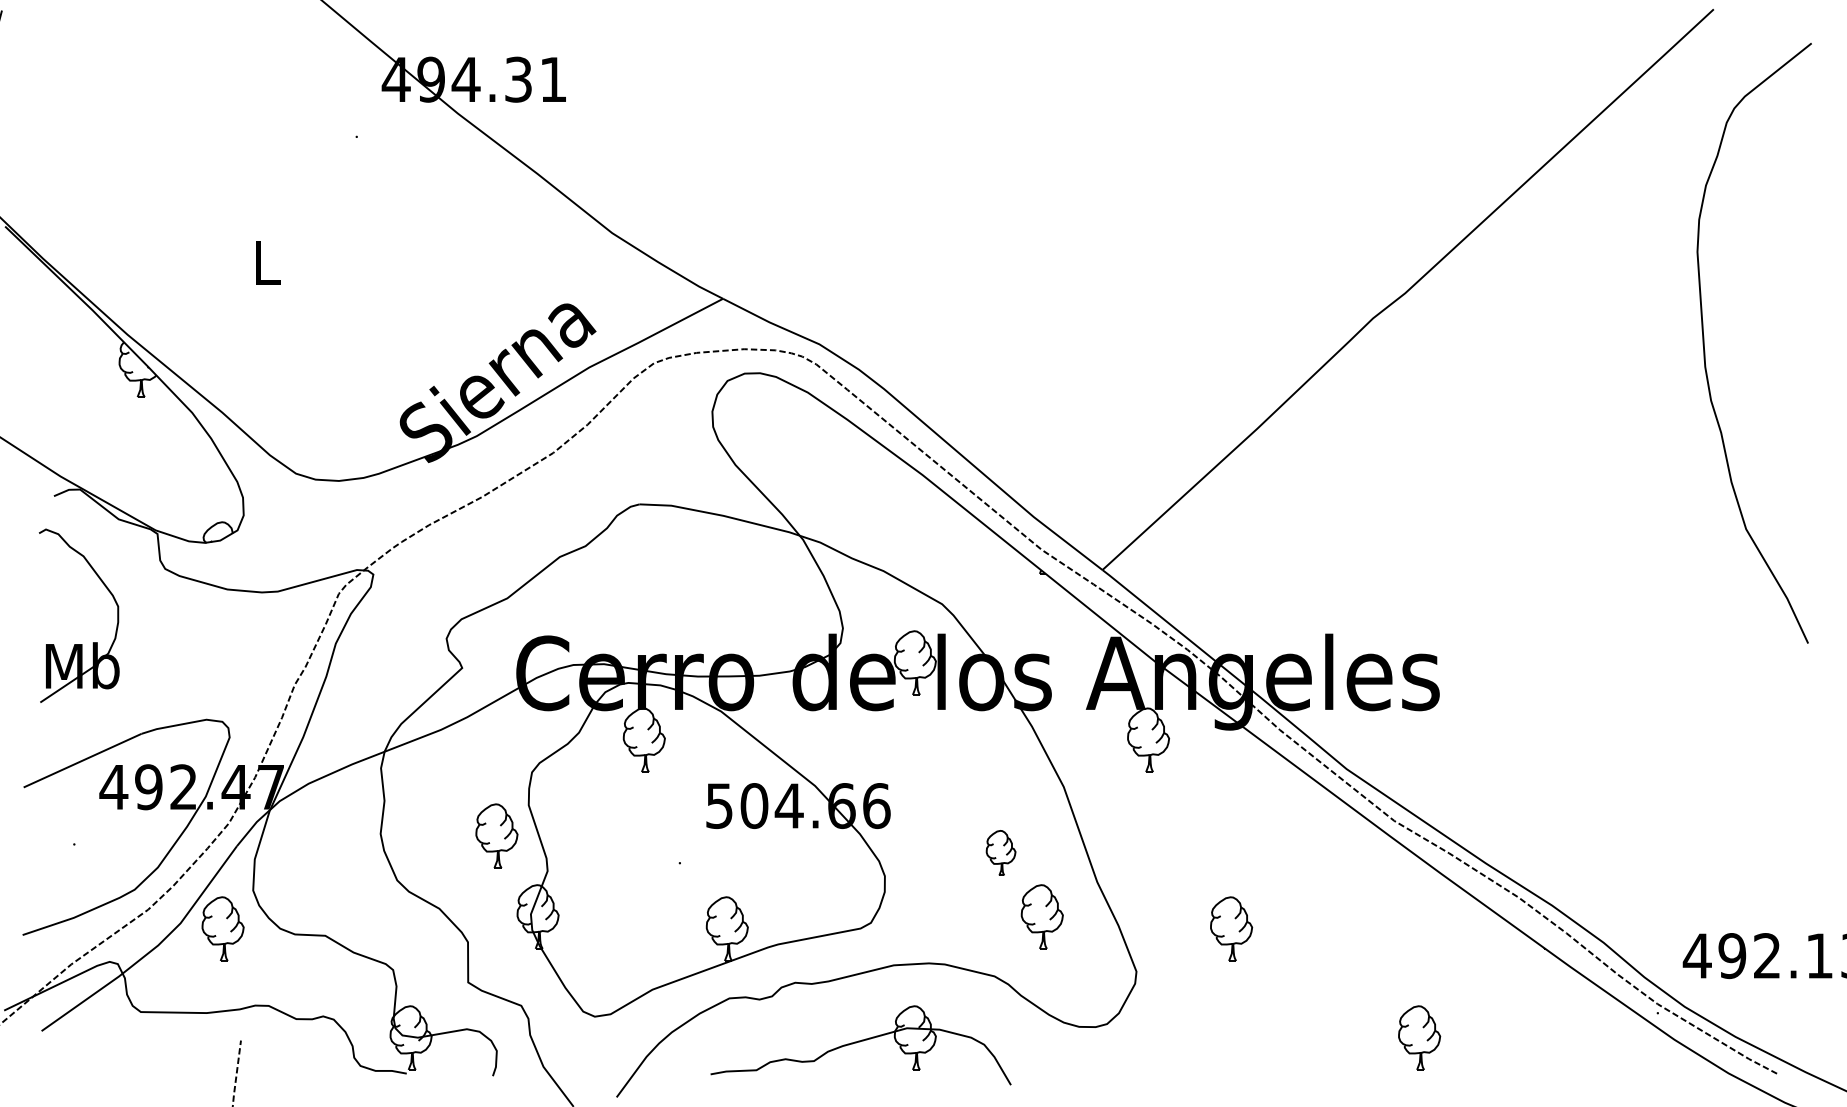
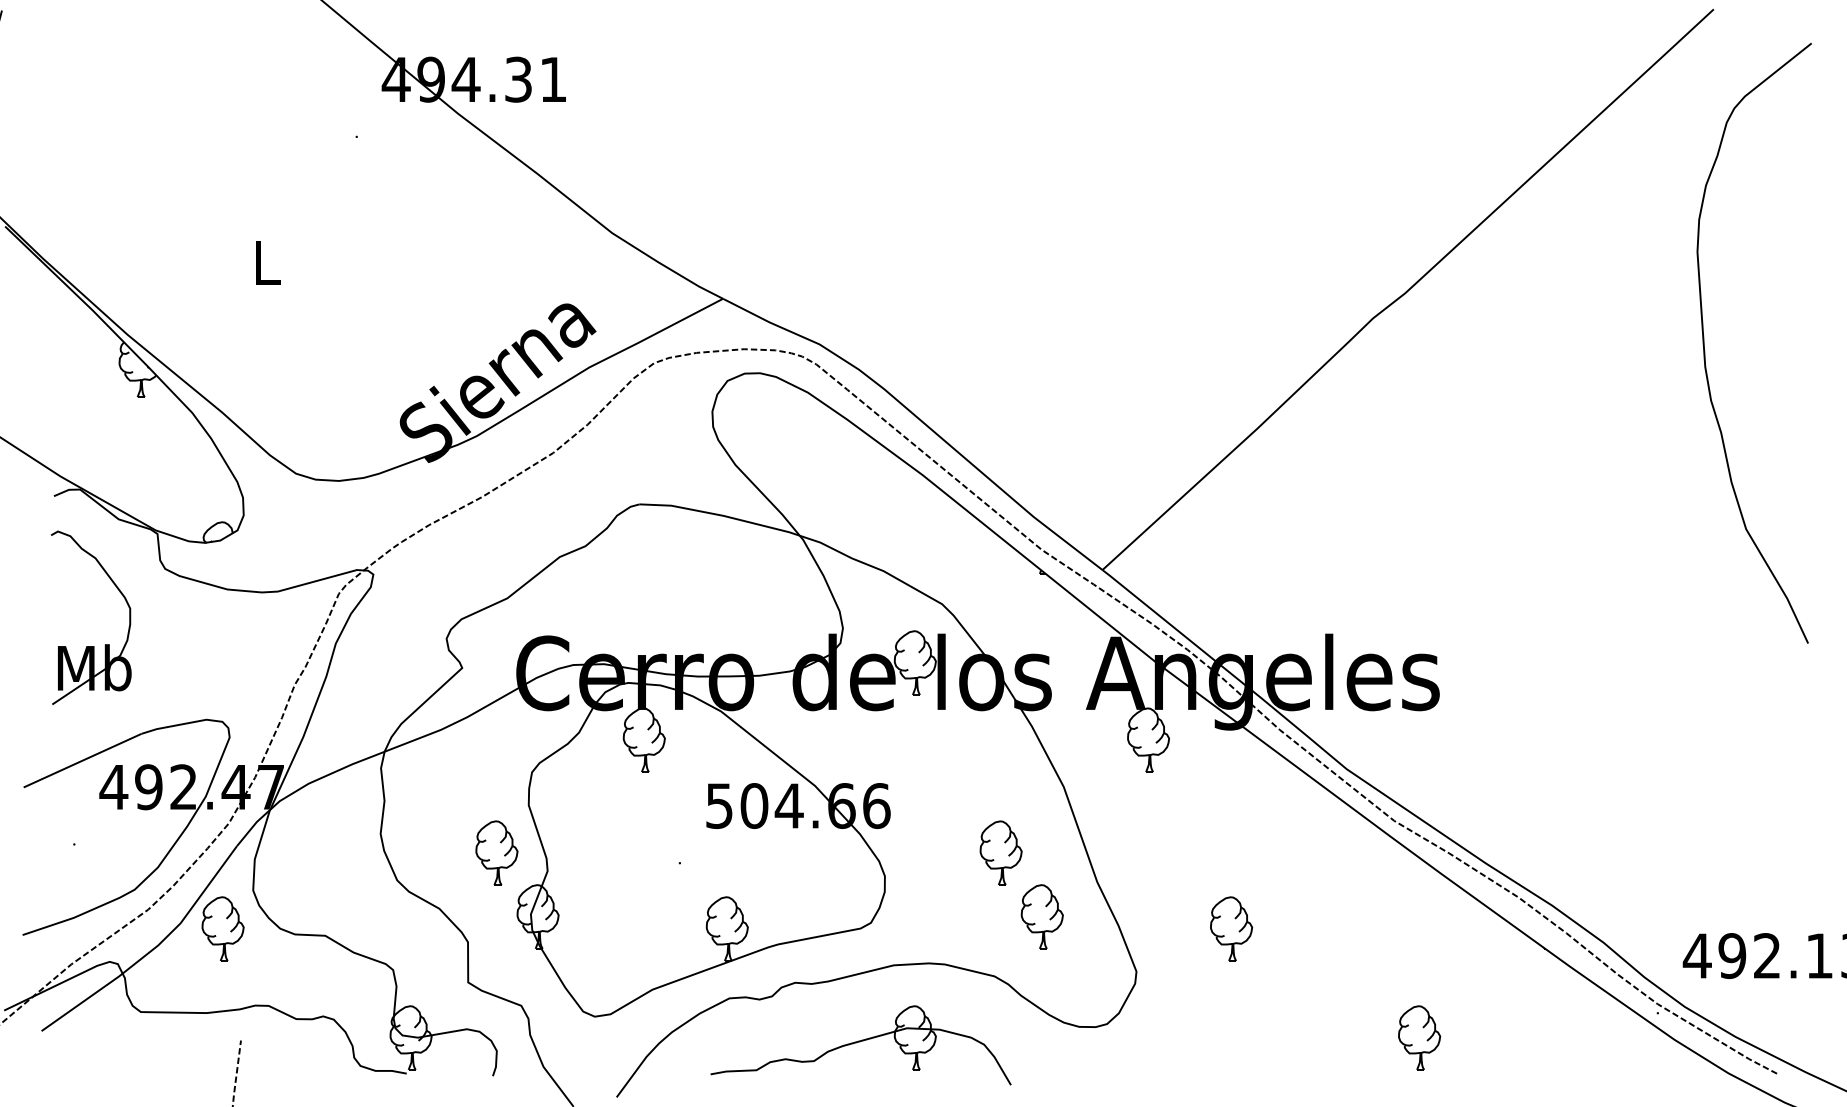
part at (78, 644) position: (78, 644) -> (90, 646)
part at (496, 835) position: (496, 835) -> (496, 852)
part at (1000, 852) size: 32x46 px -> 44x66 px
